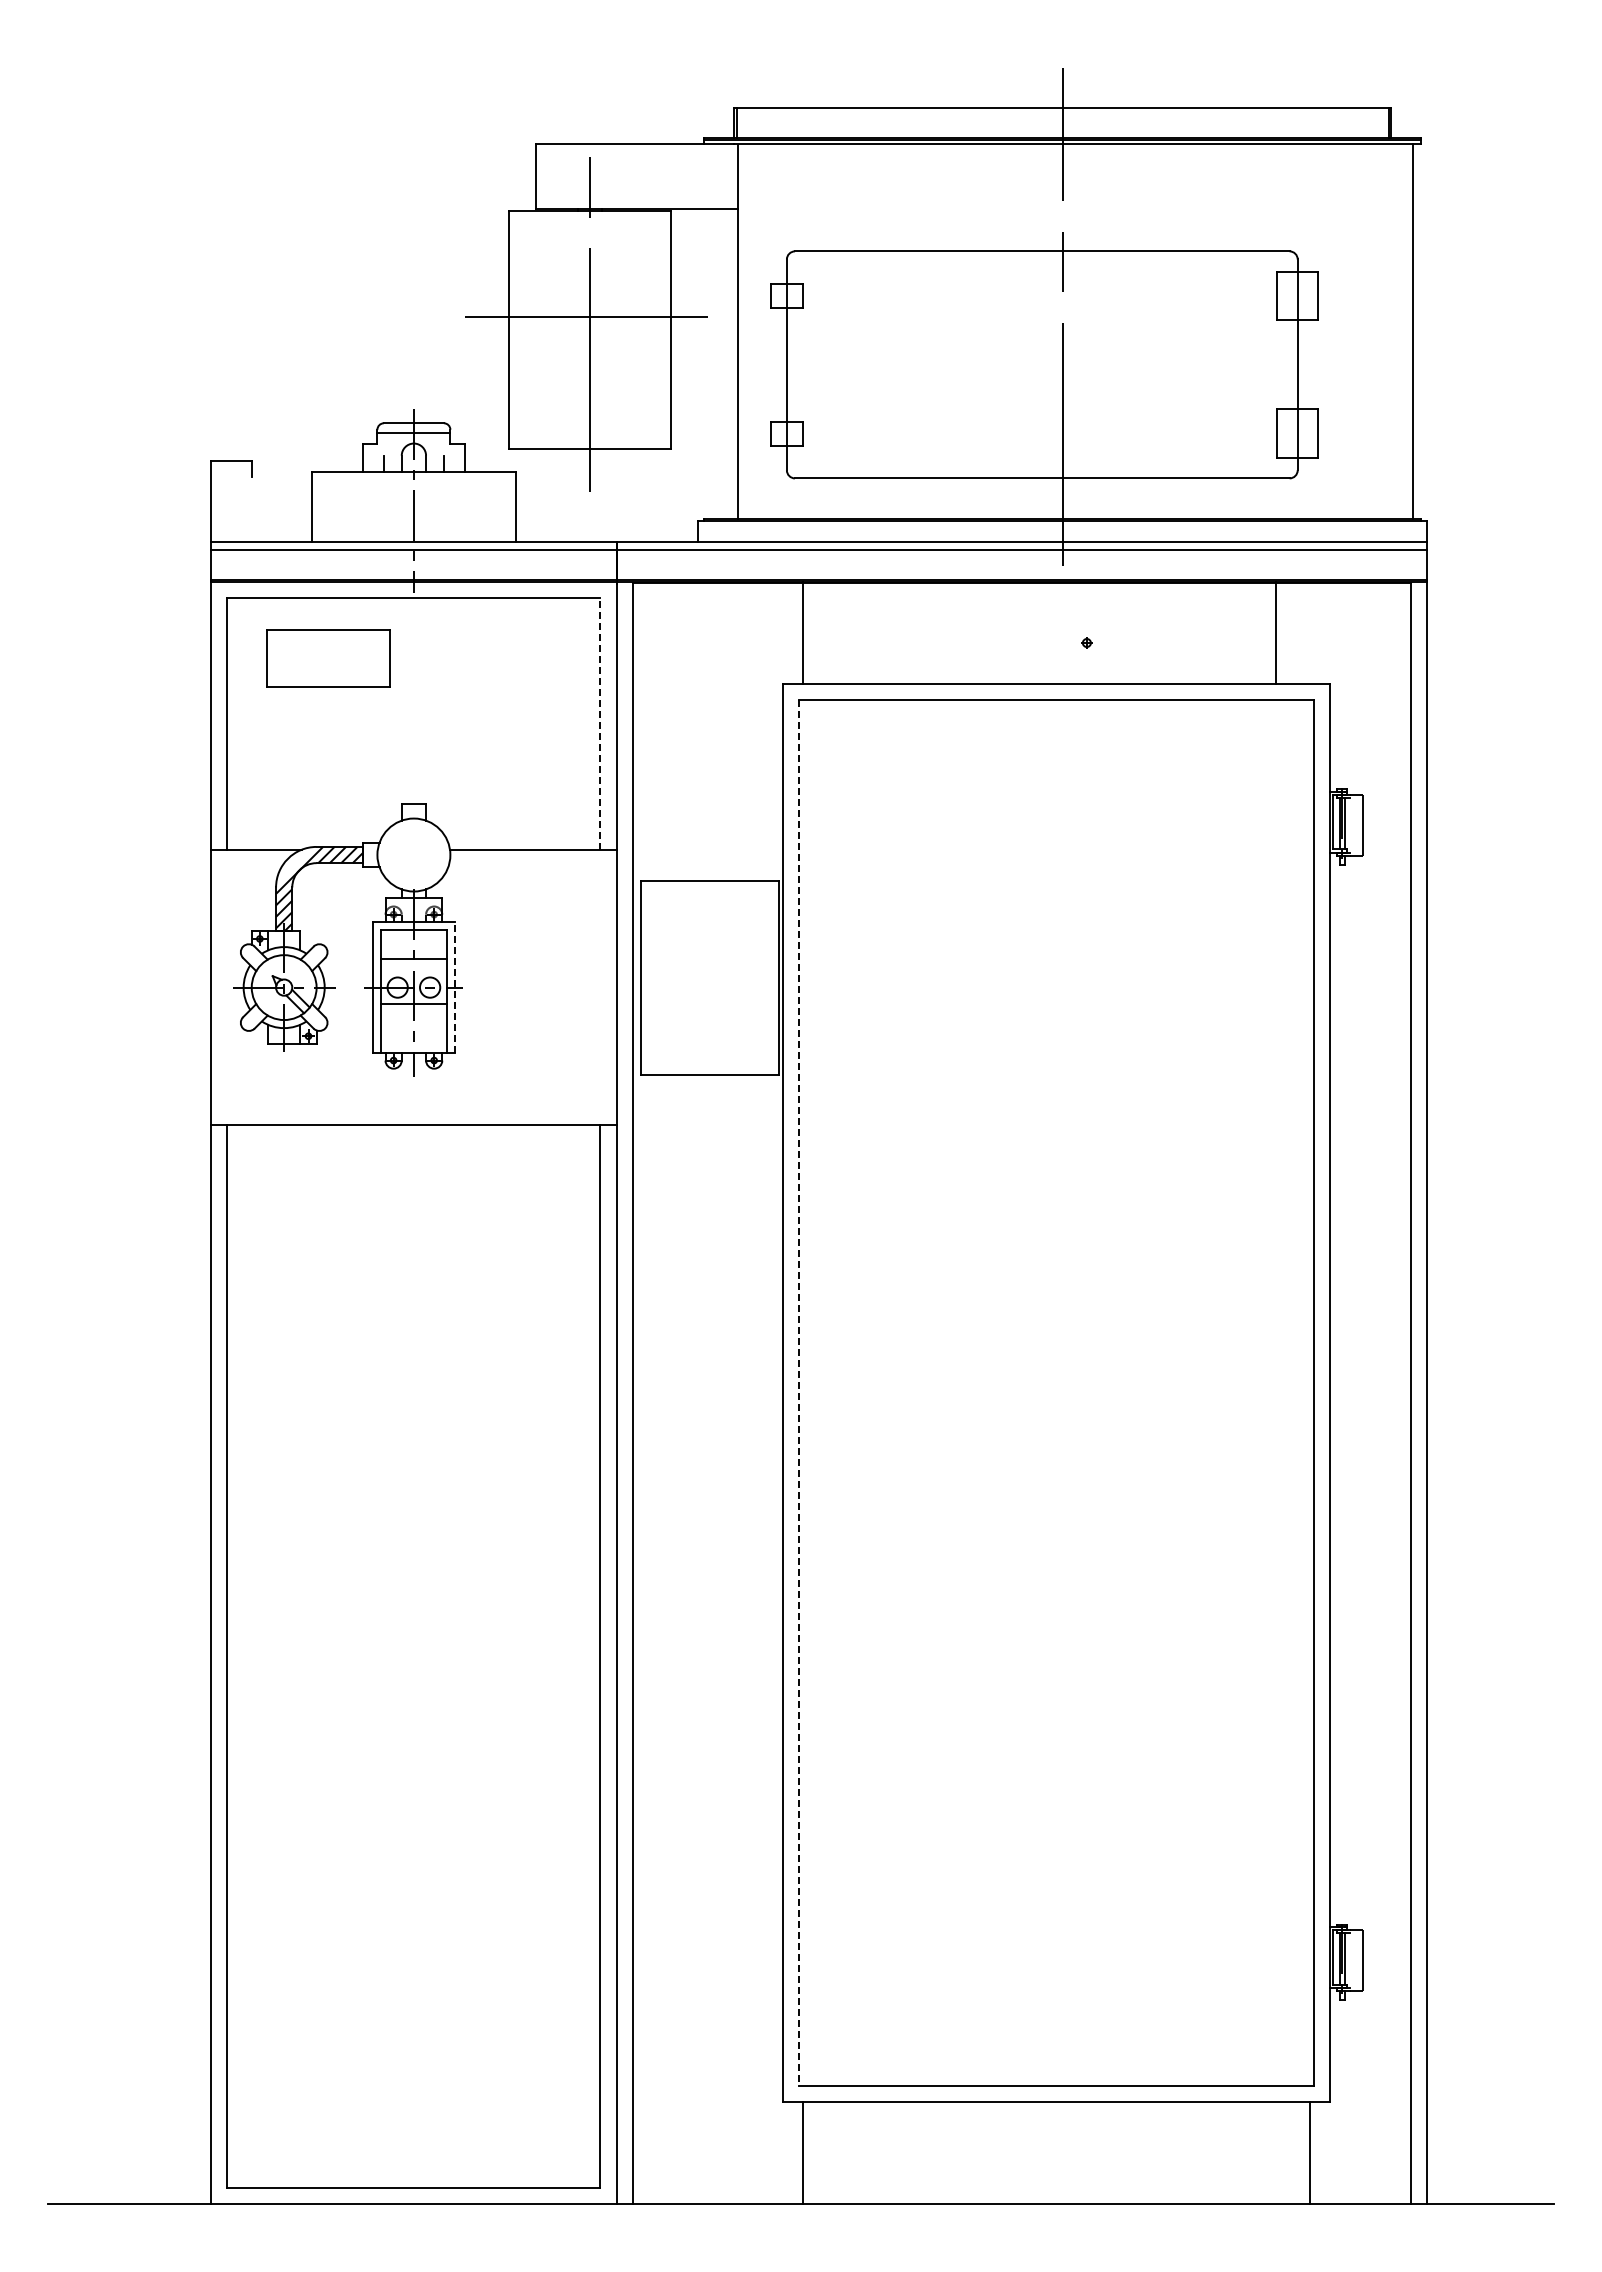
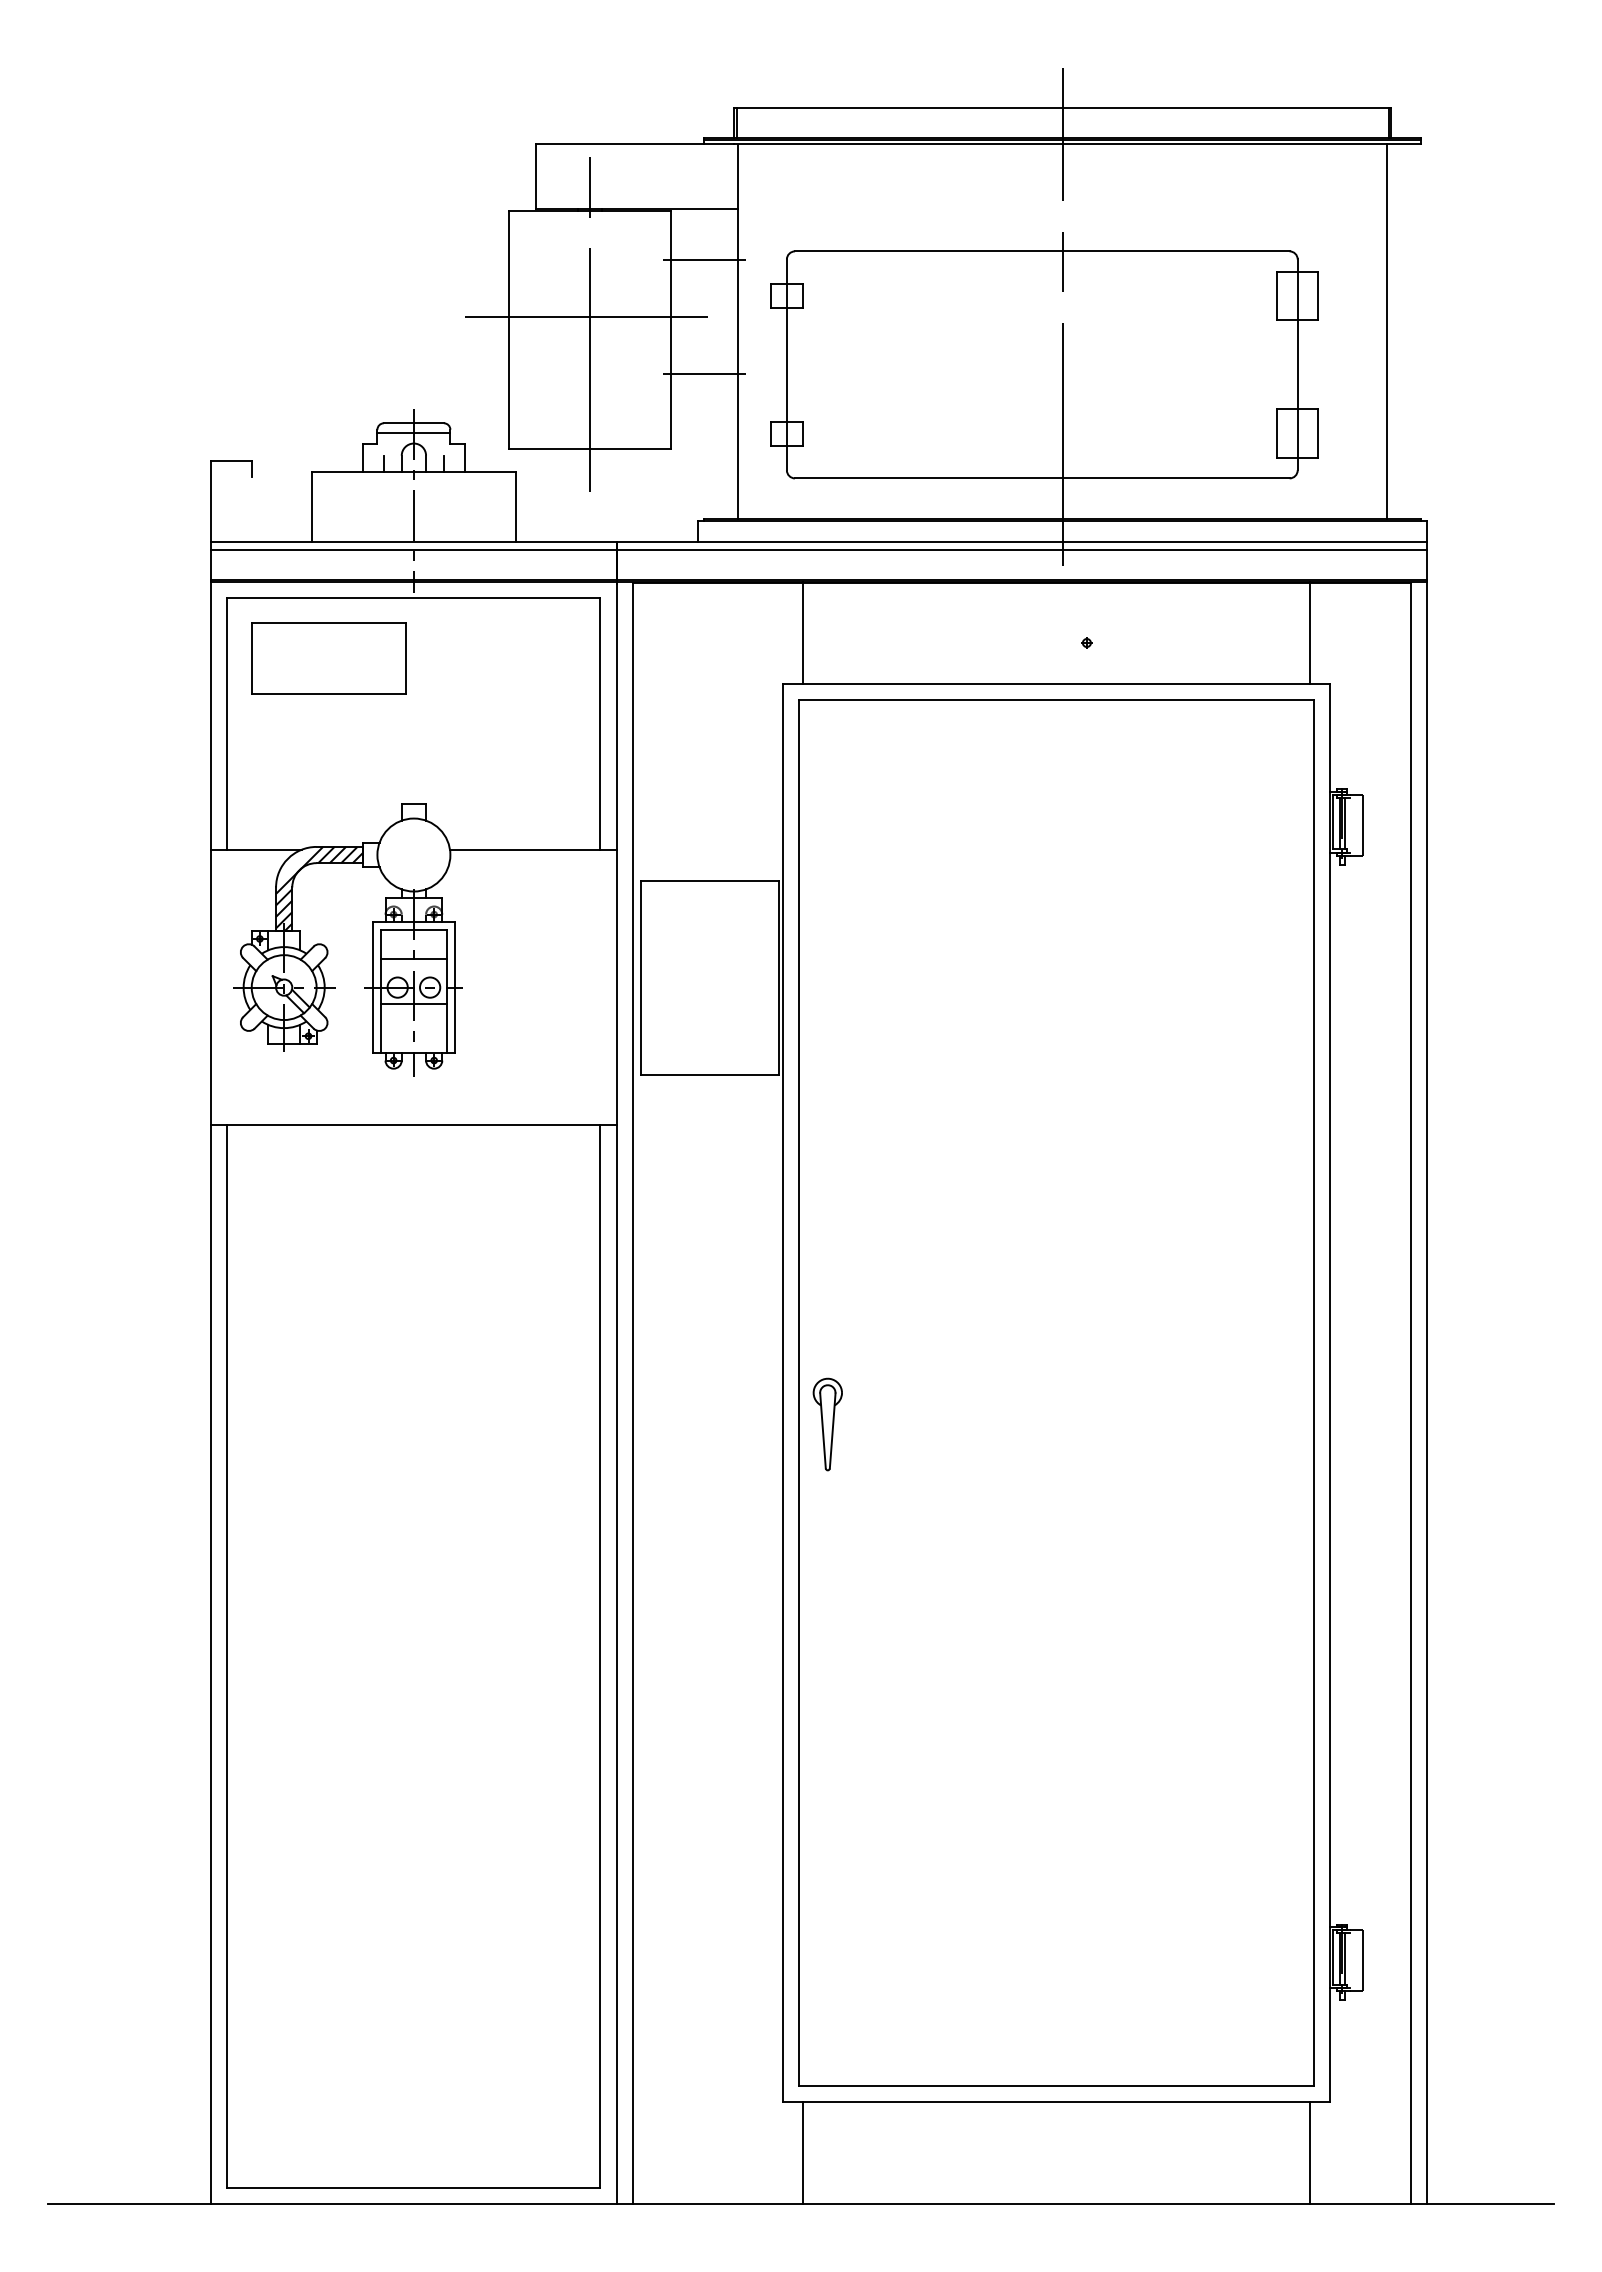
line at (704, 260): none -> present
line at (1412, 331) position: (1412, 331) -> (1386, 331)
line at (704, 373): none -> present
line at (1275, 632) position: (1275, 632) -> (1309, 632)
part at (328, 658) size: 125x59 px -> 156x73 px
line at (600, 724): dashed -> solid
line at (455, 987): dashed -> solid
line at (799, 1393): dashed -> solid
part at (827, 1424): none -> present
